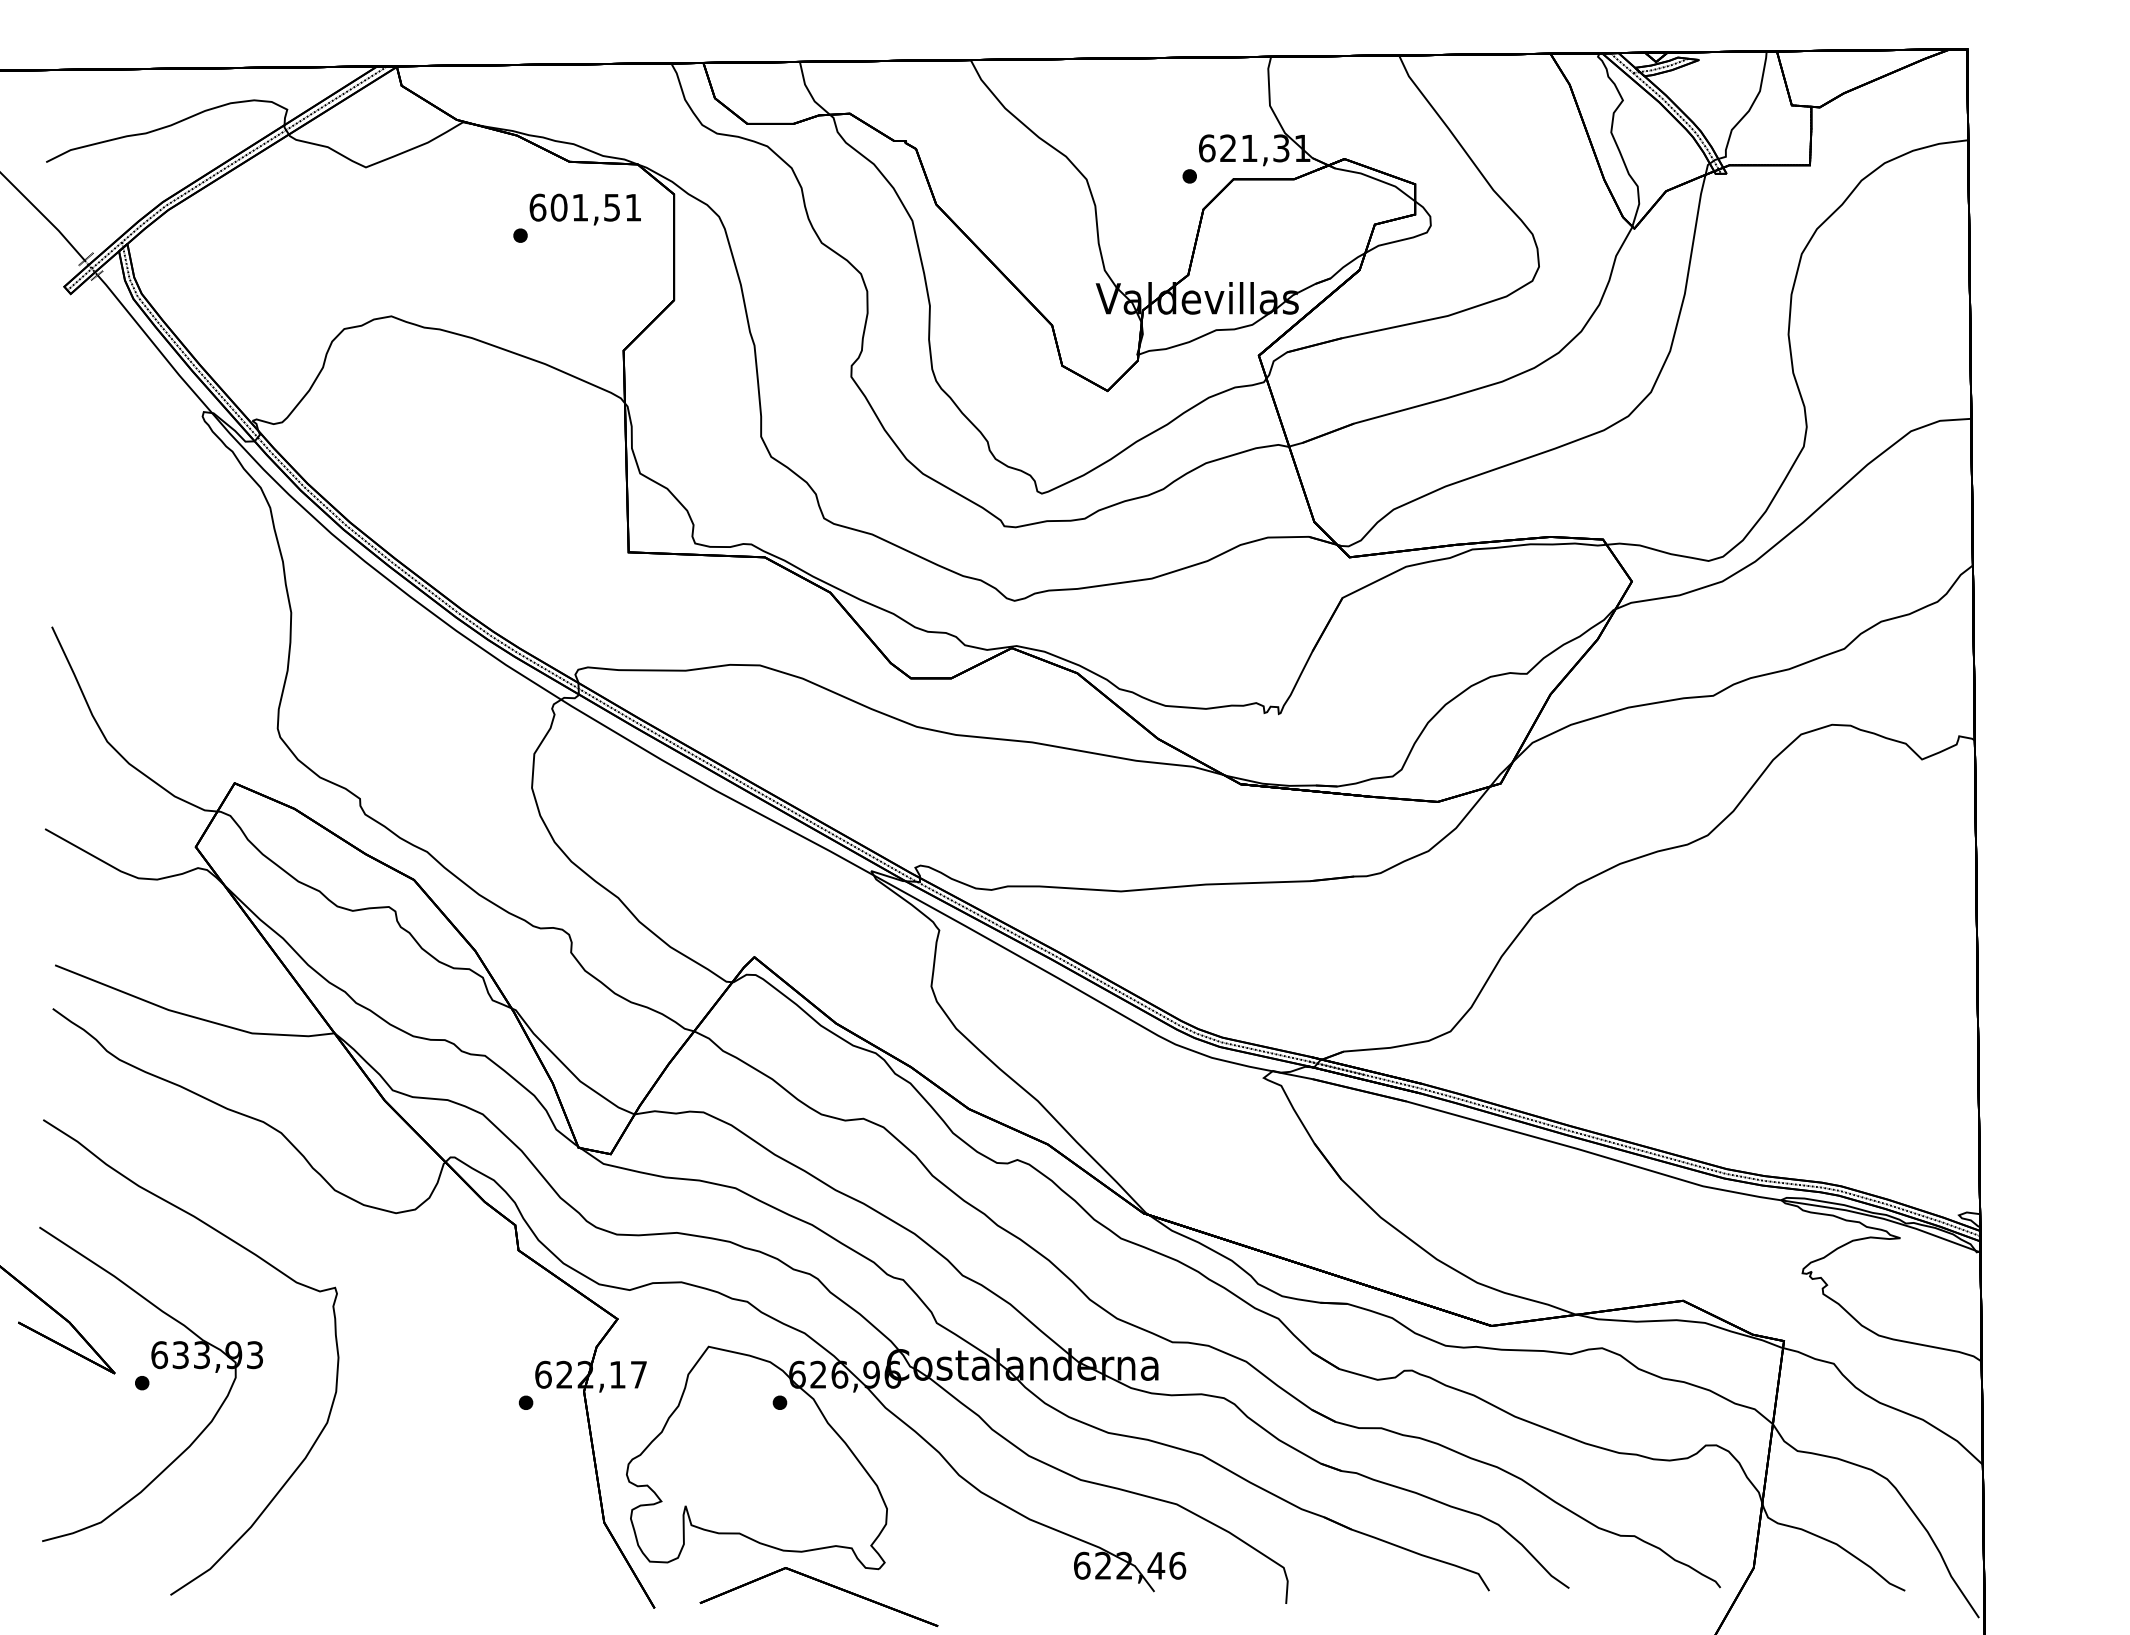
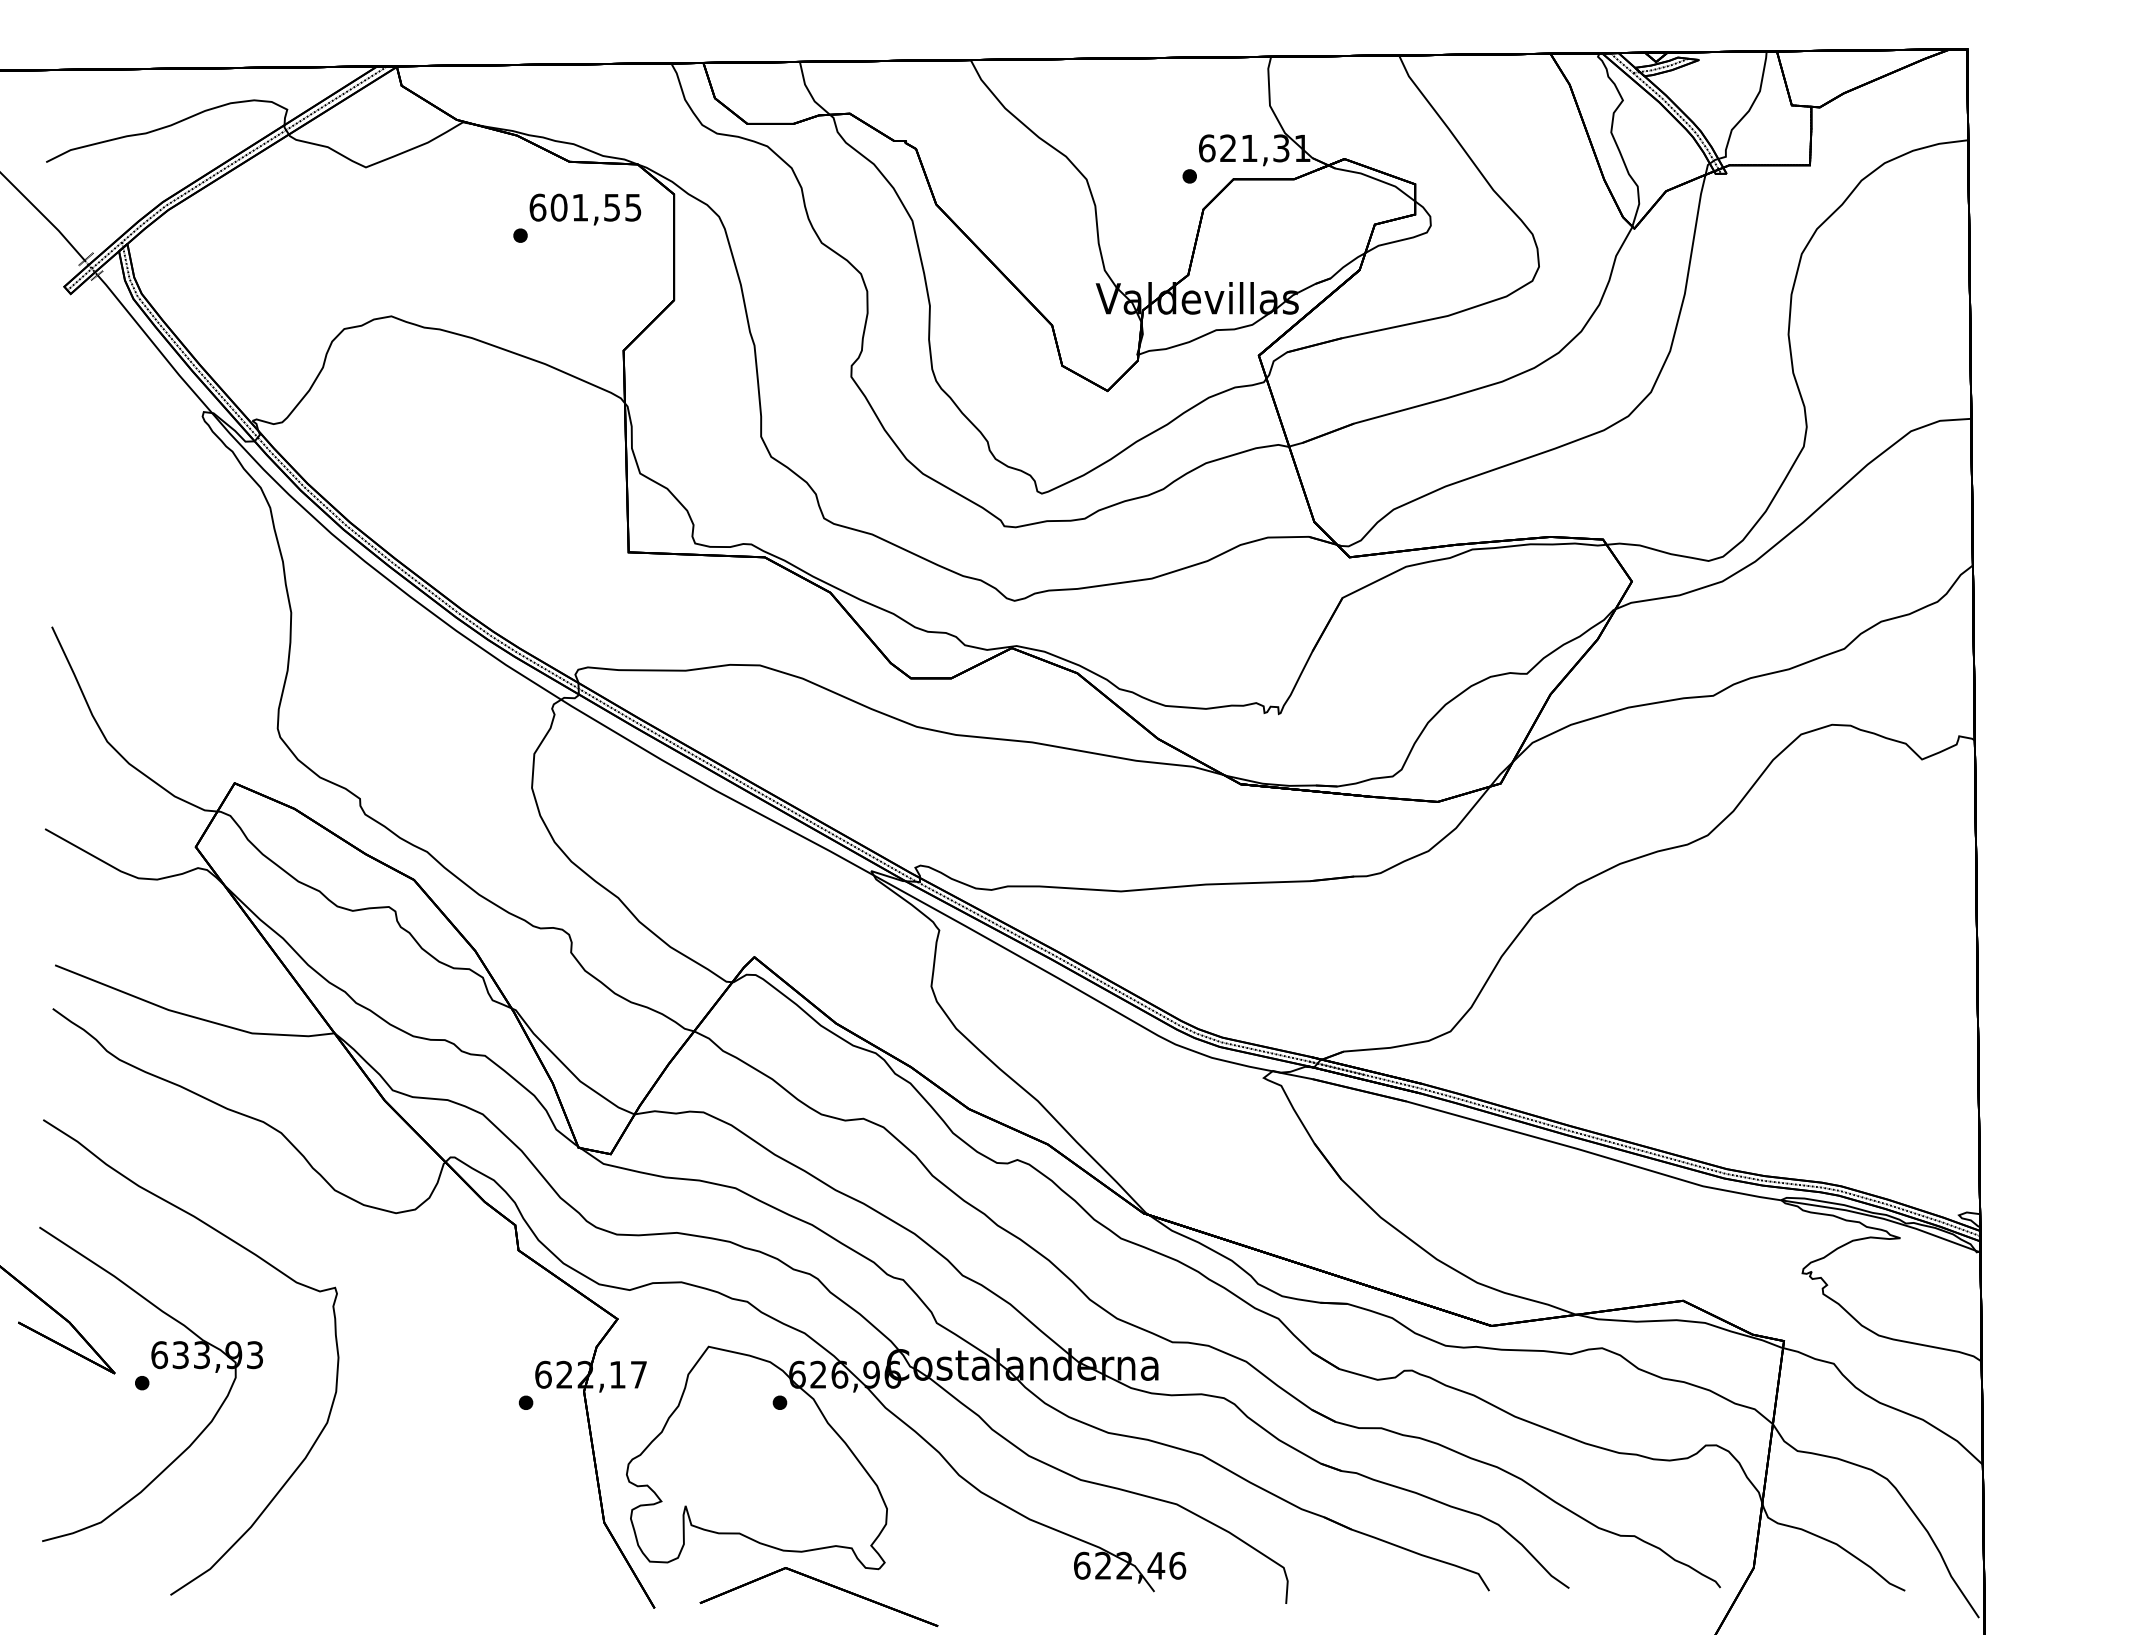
text at (633, 207): 601,51 -> 601,55
